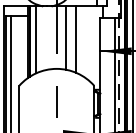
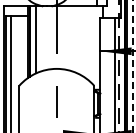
line at (66, 37): present -> none
line at (75, 39): present -> none
line at (133, 66): solid -> dashed
